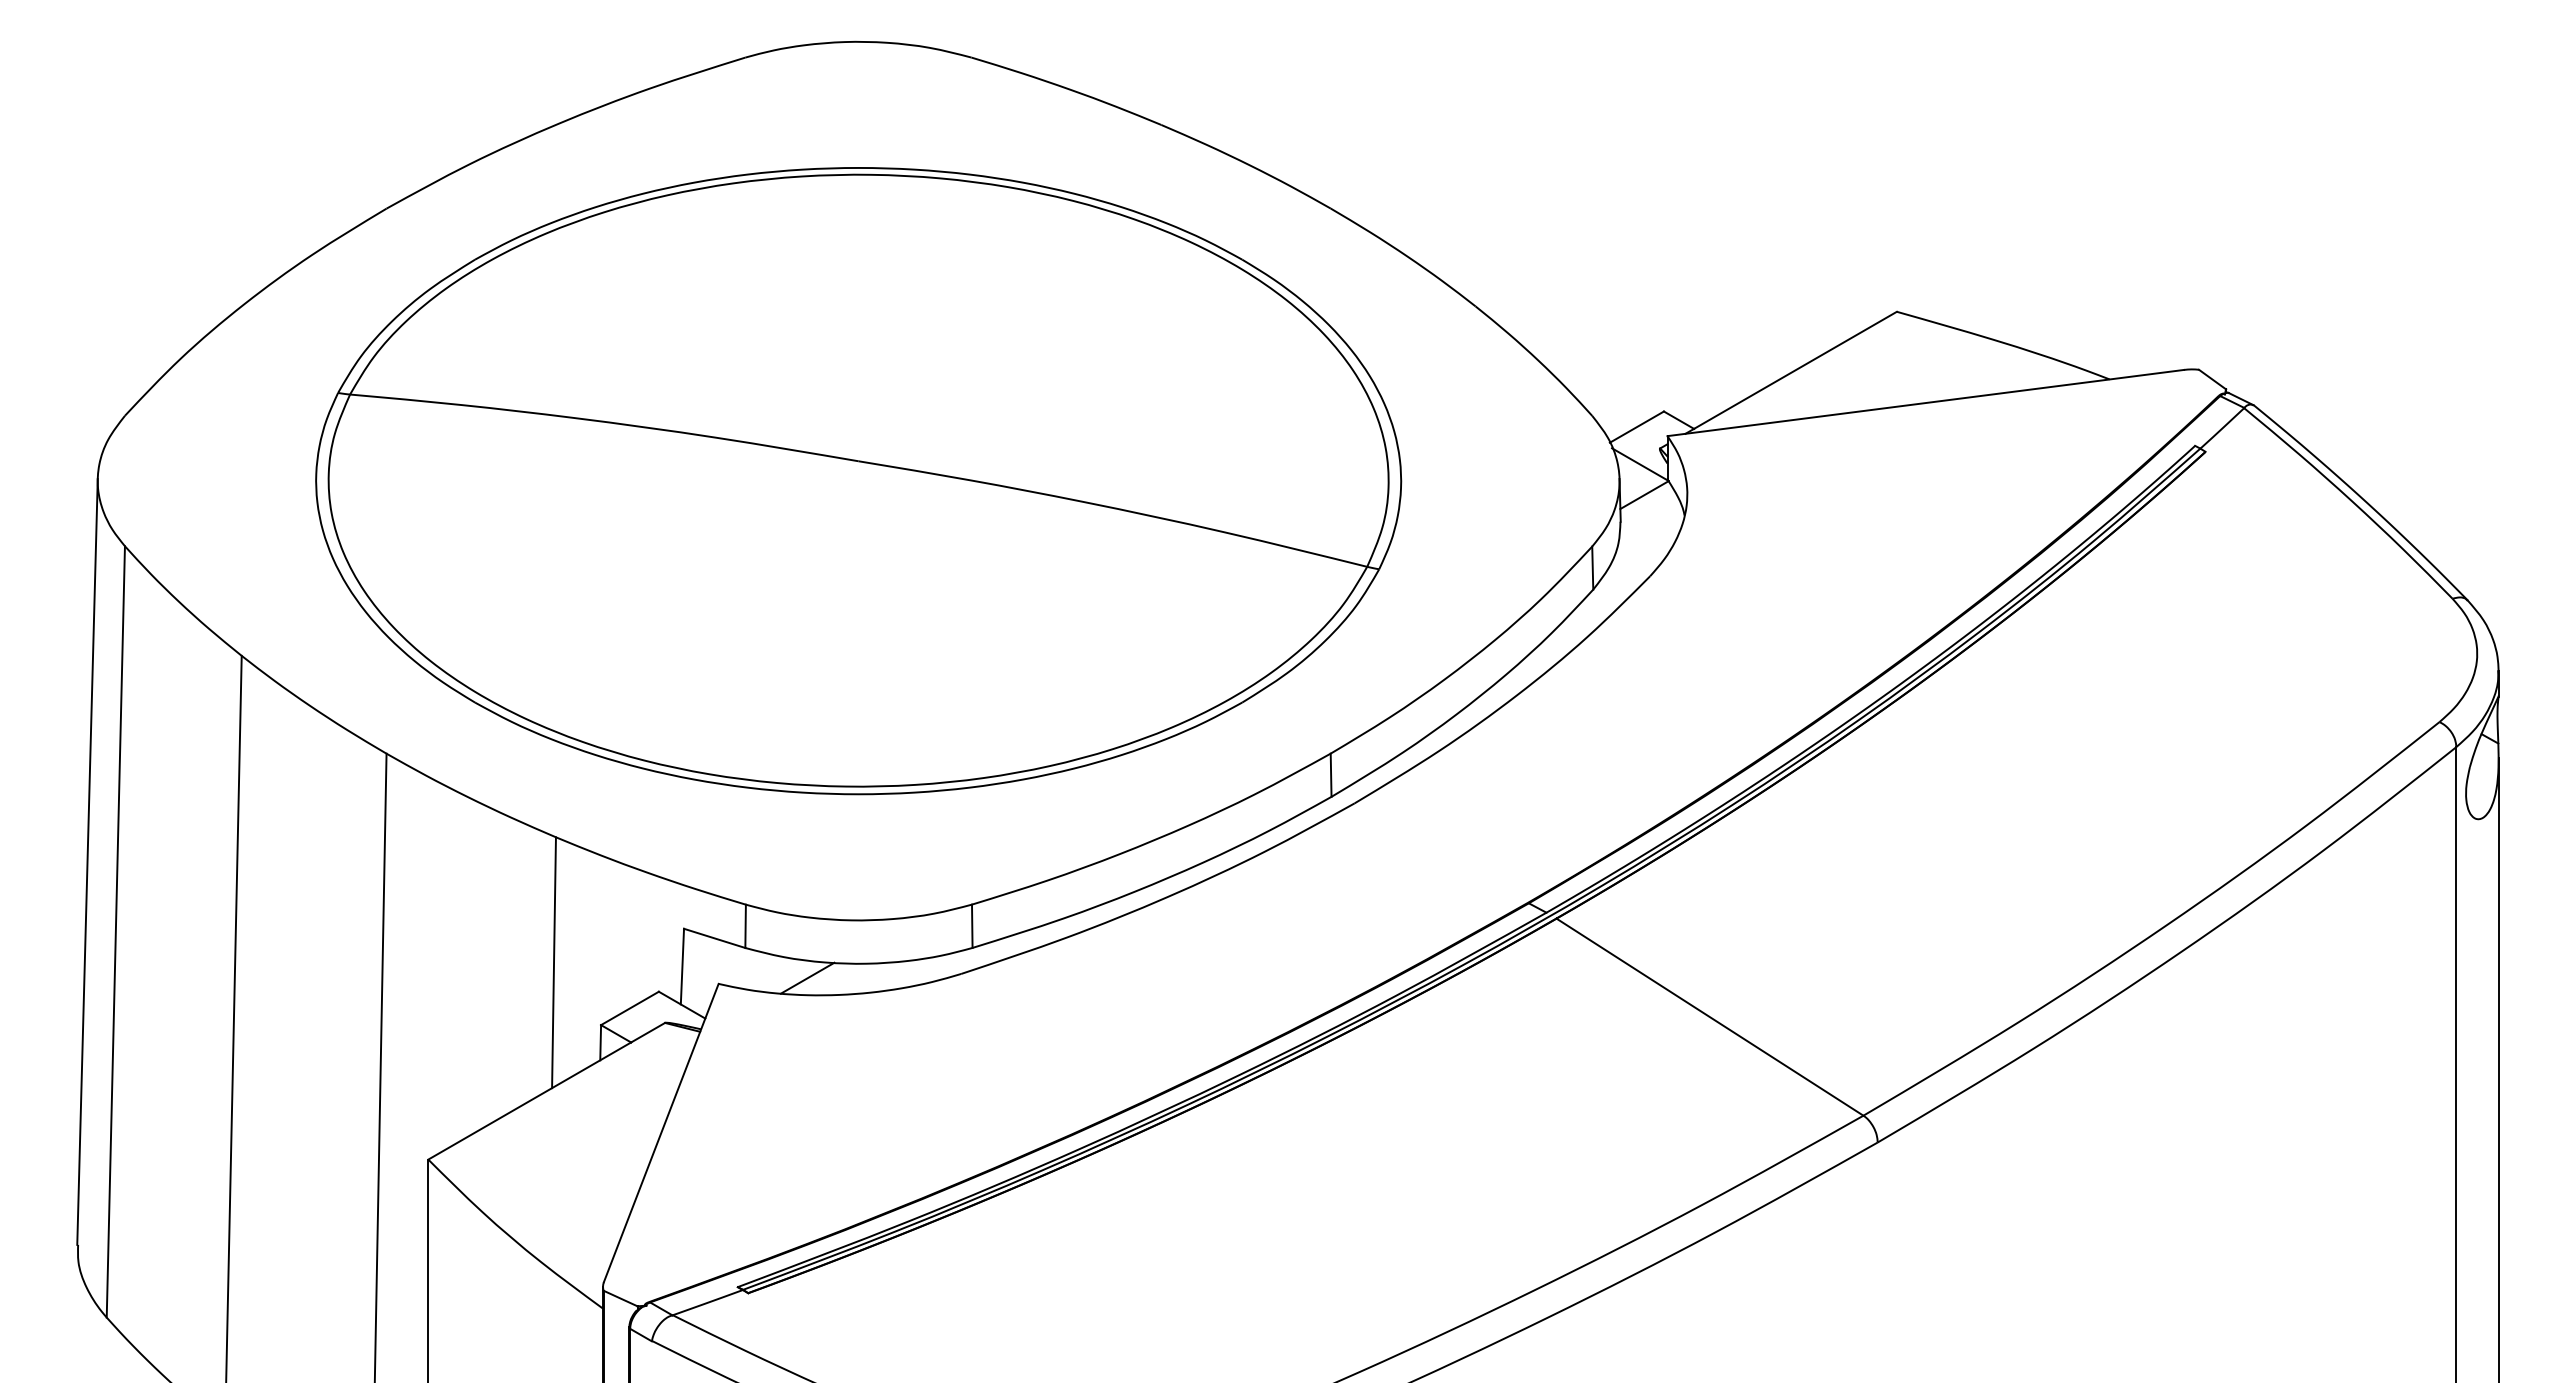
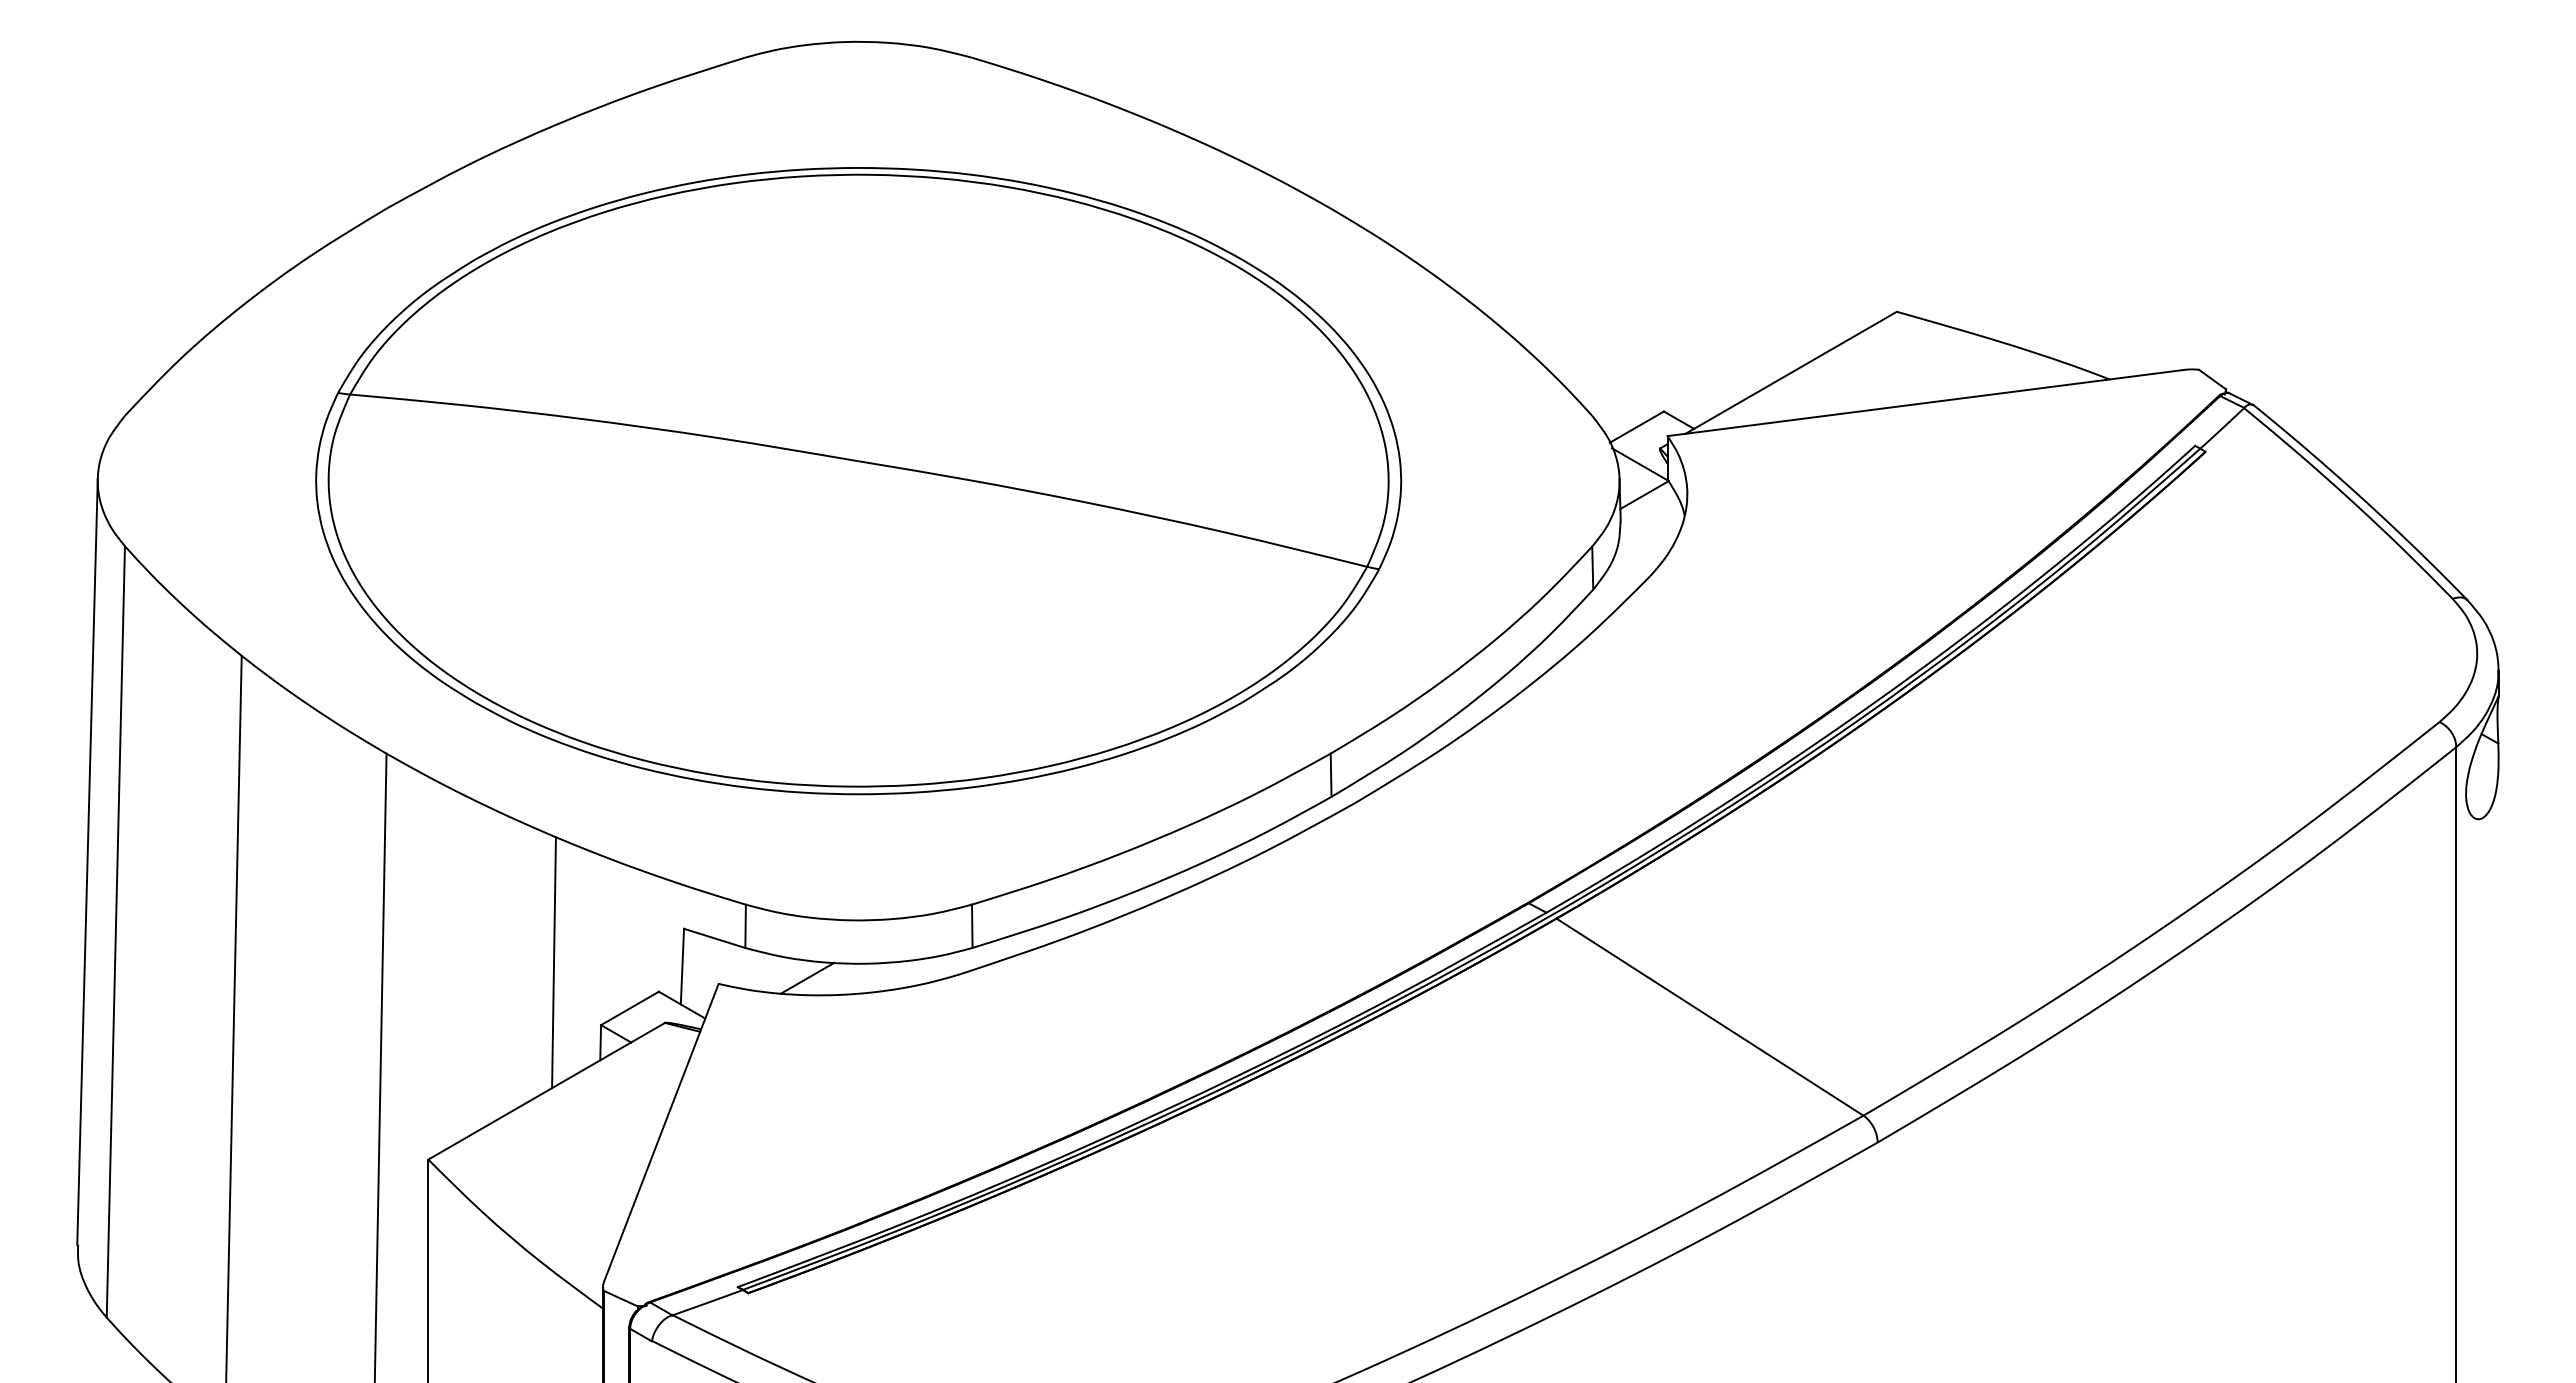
line at (2498, 1068): present -> none
